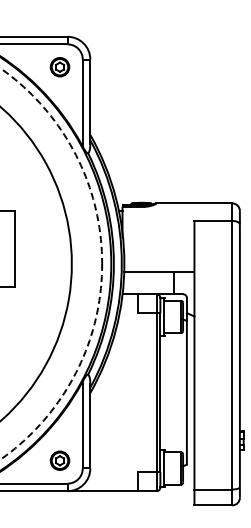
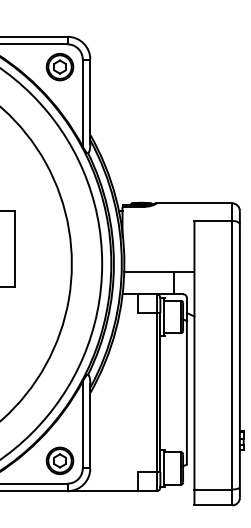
part at (59, 67) size: 22x21 px -> 30x29 px
circle at (51, 263): dashed -> solid
part at (59, 460) size: 22x21 px -> 30x29 px
